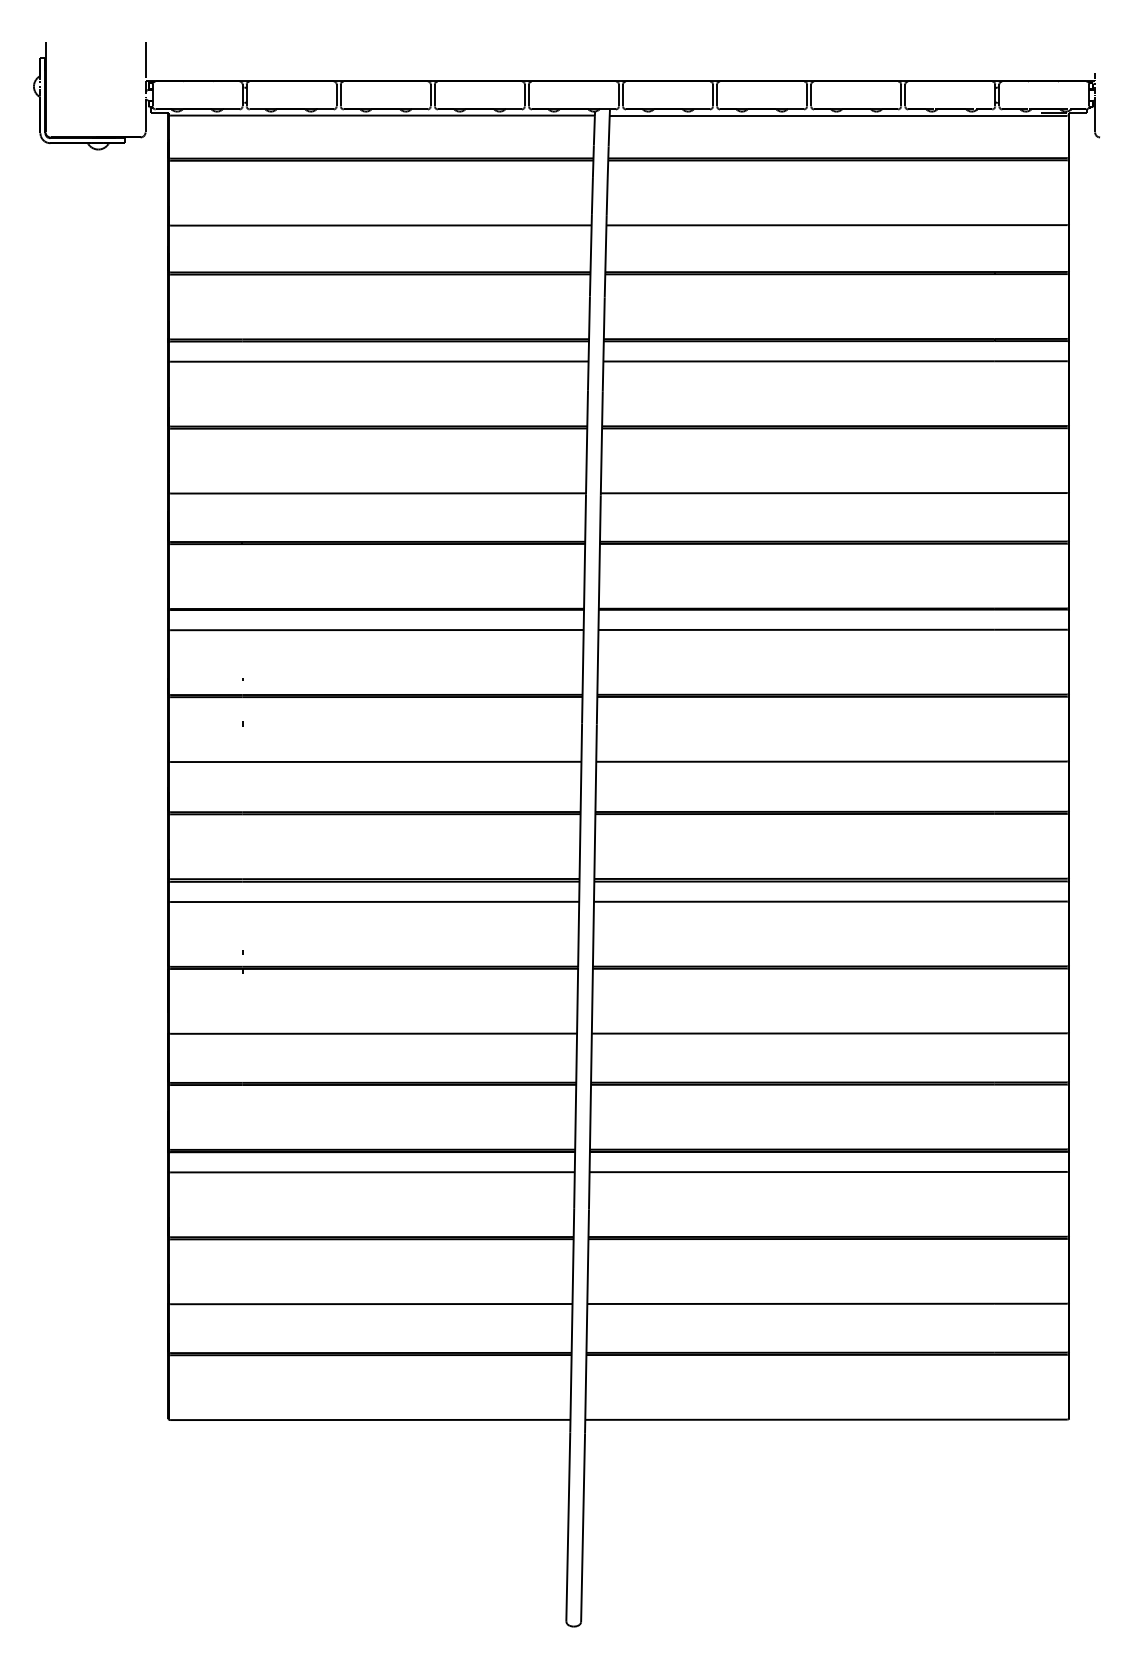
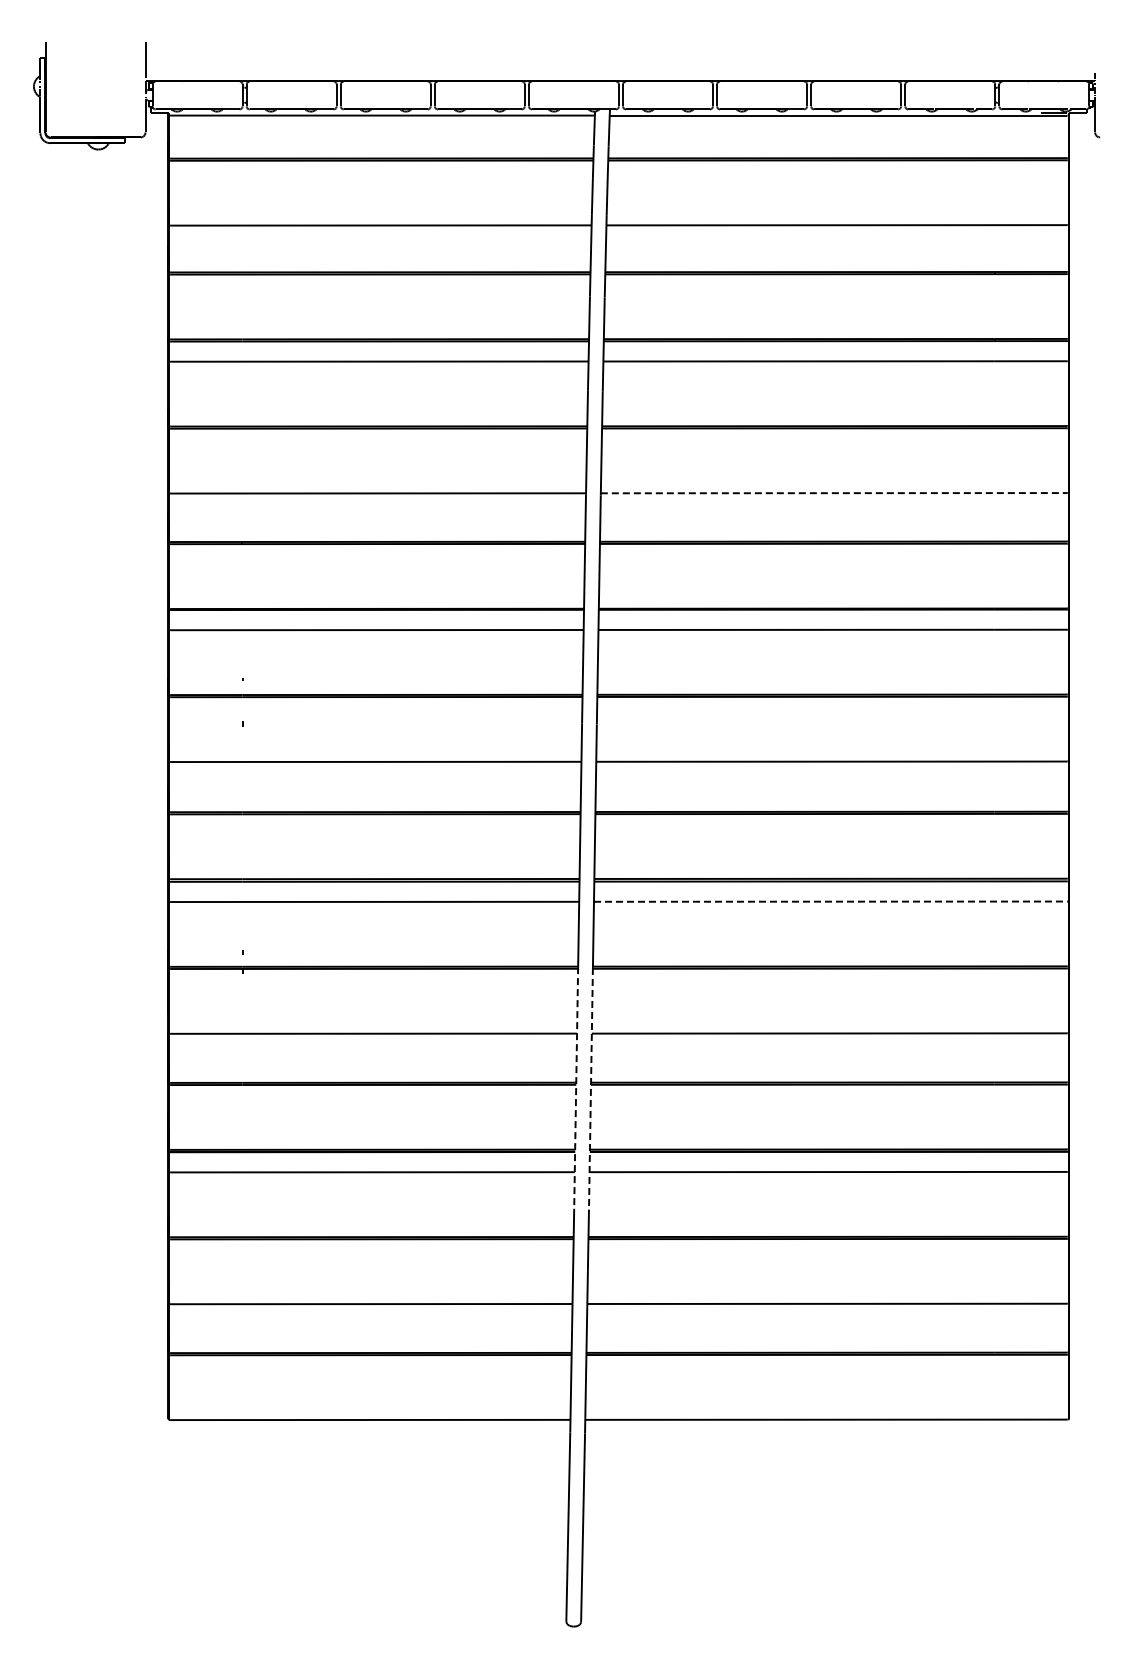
line at (834, 493): solid -> dashed
line at (830, 901): solid -> dashed
line at (576, 1087): solid -> dashed
line at (590, 1088): solid -> dashed
